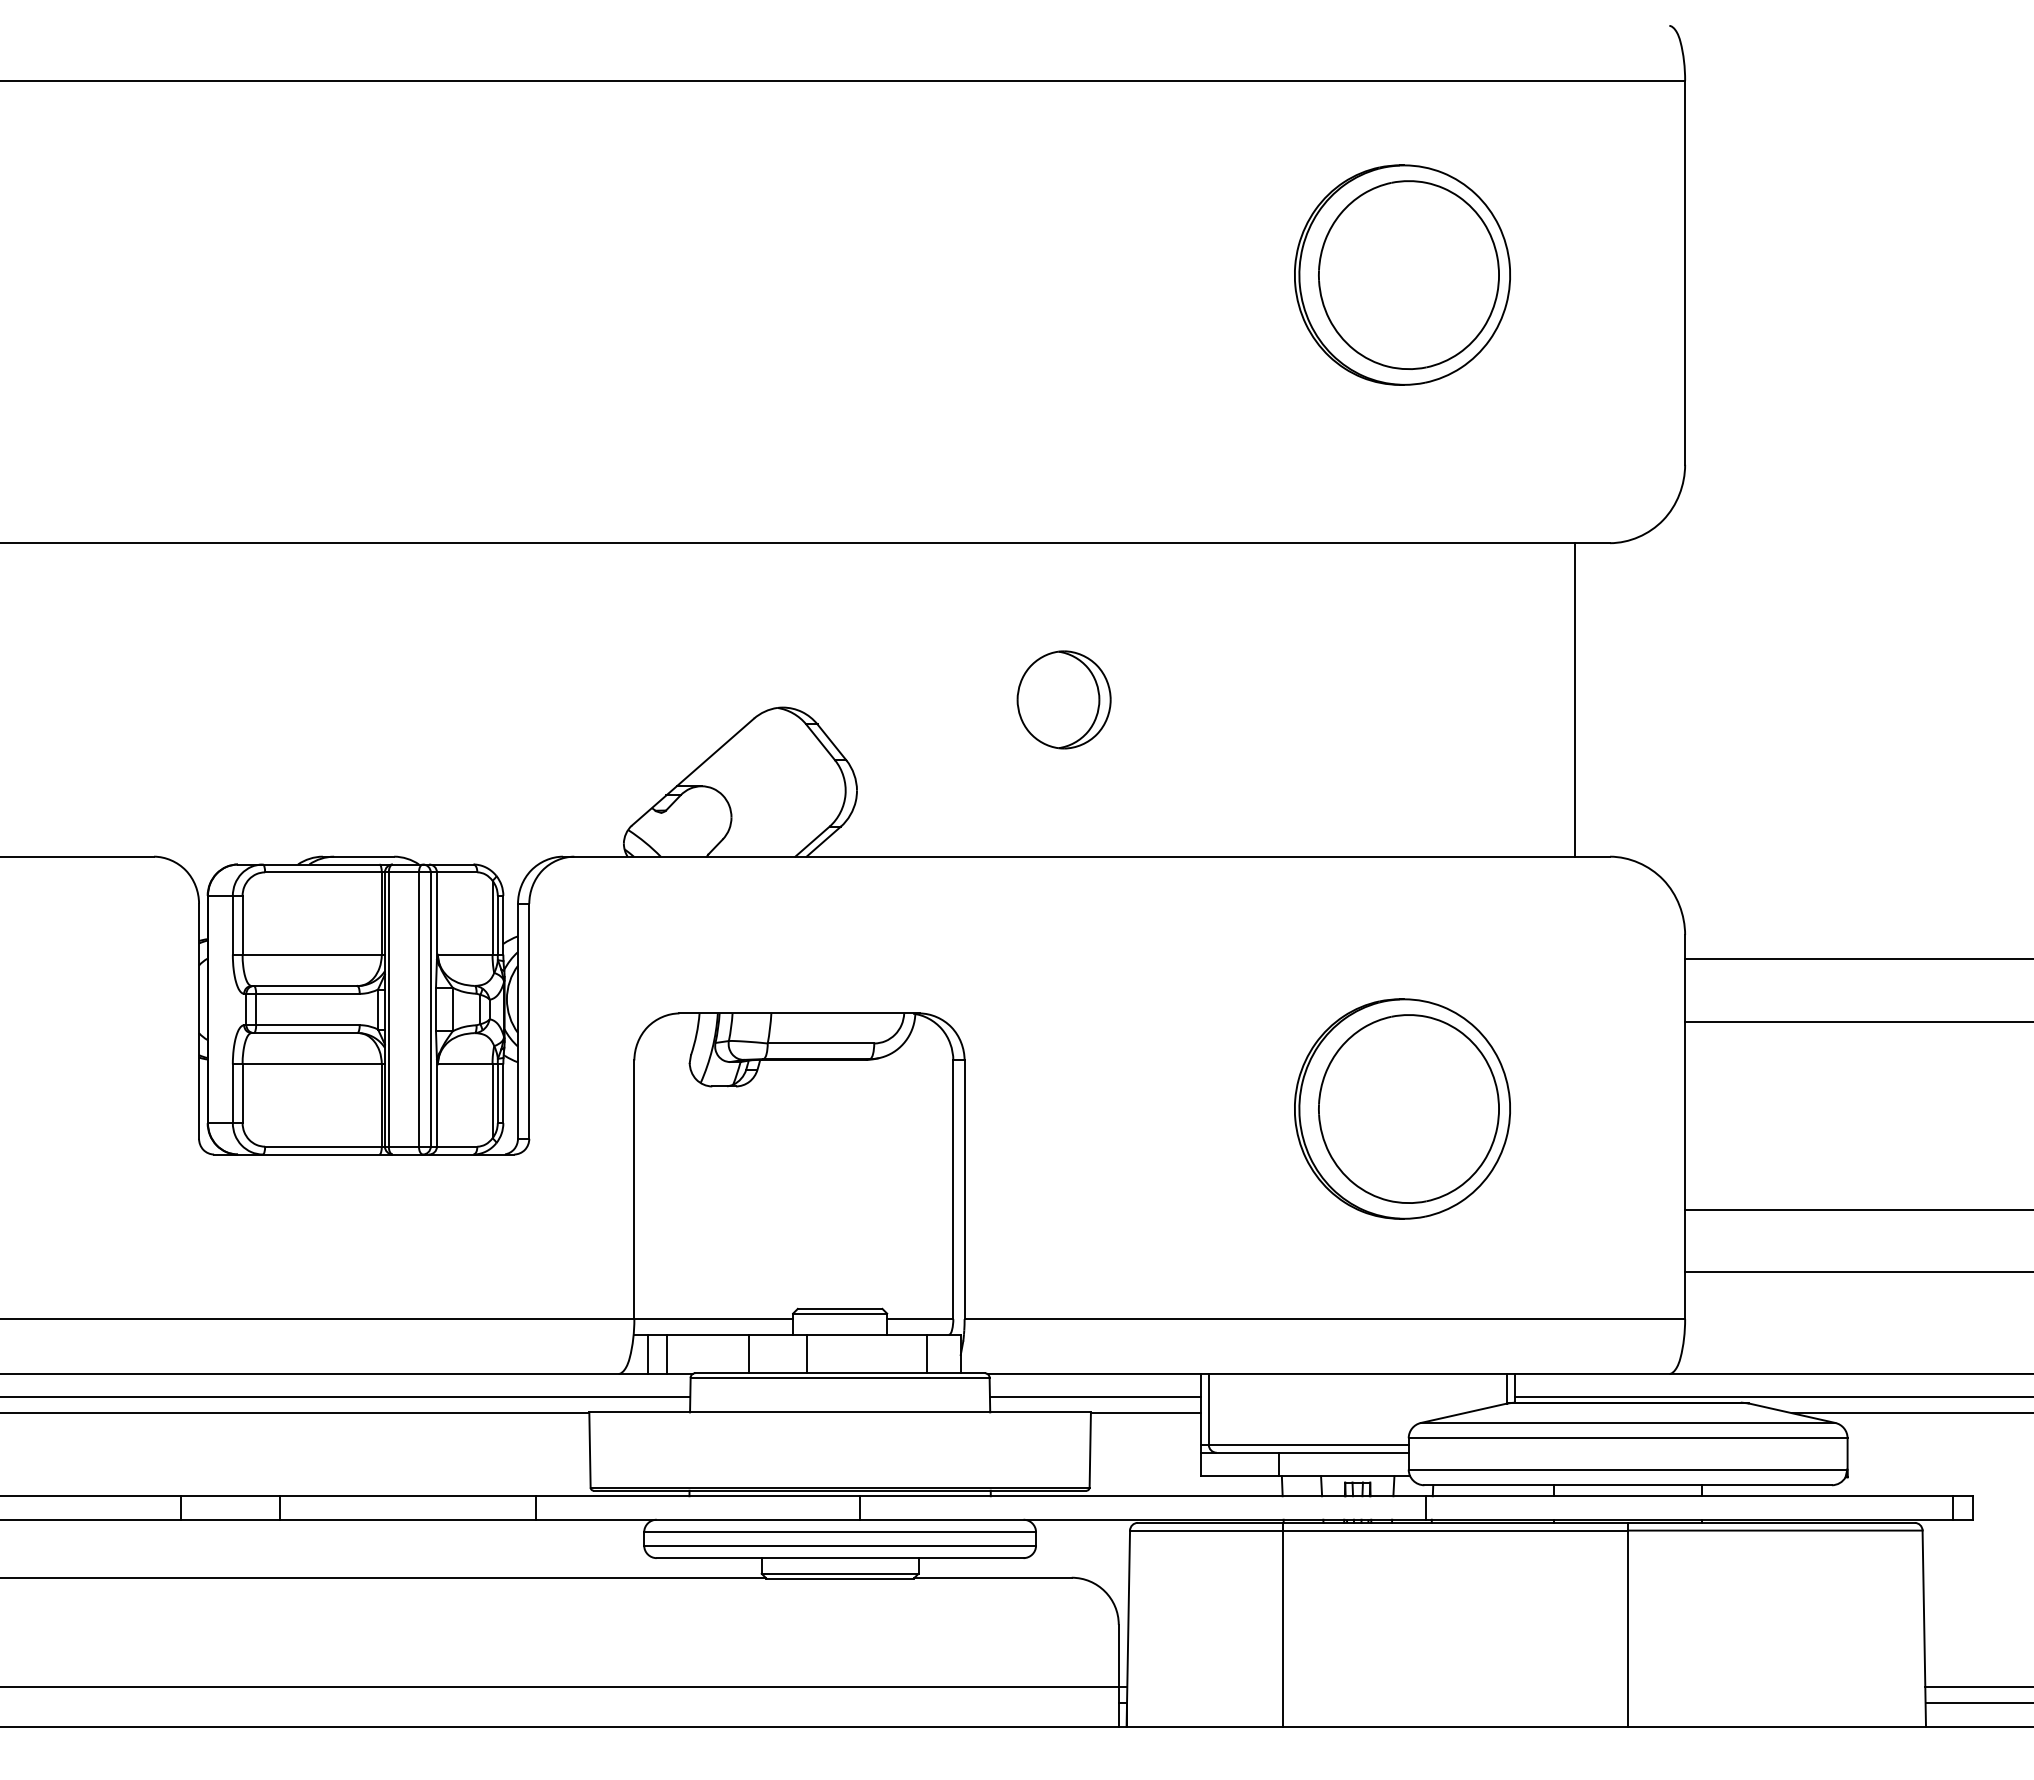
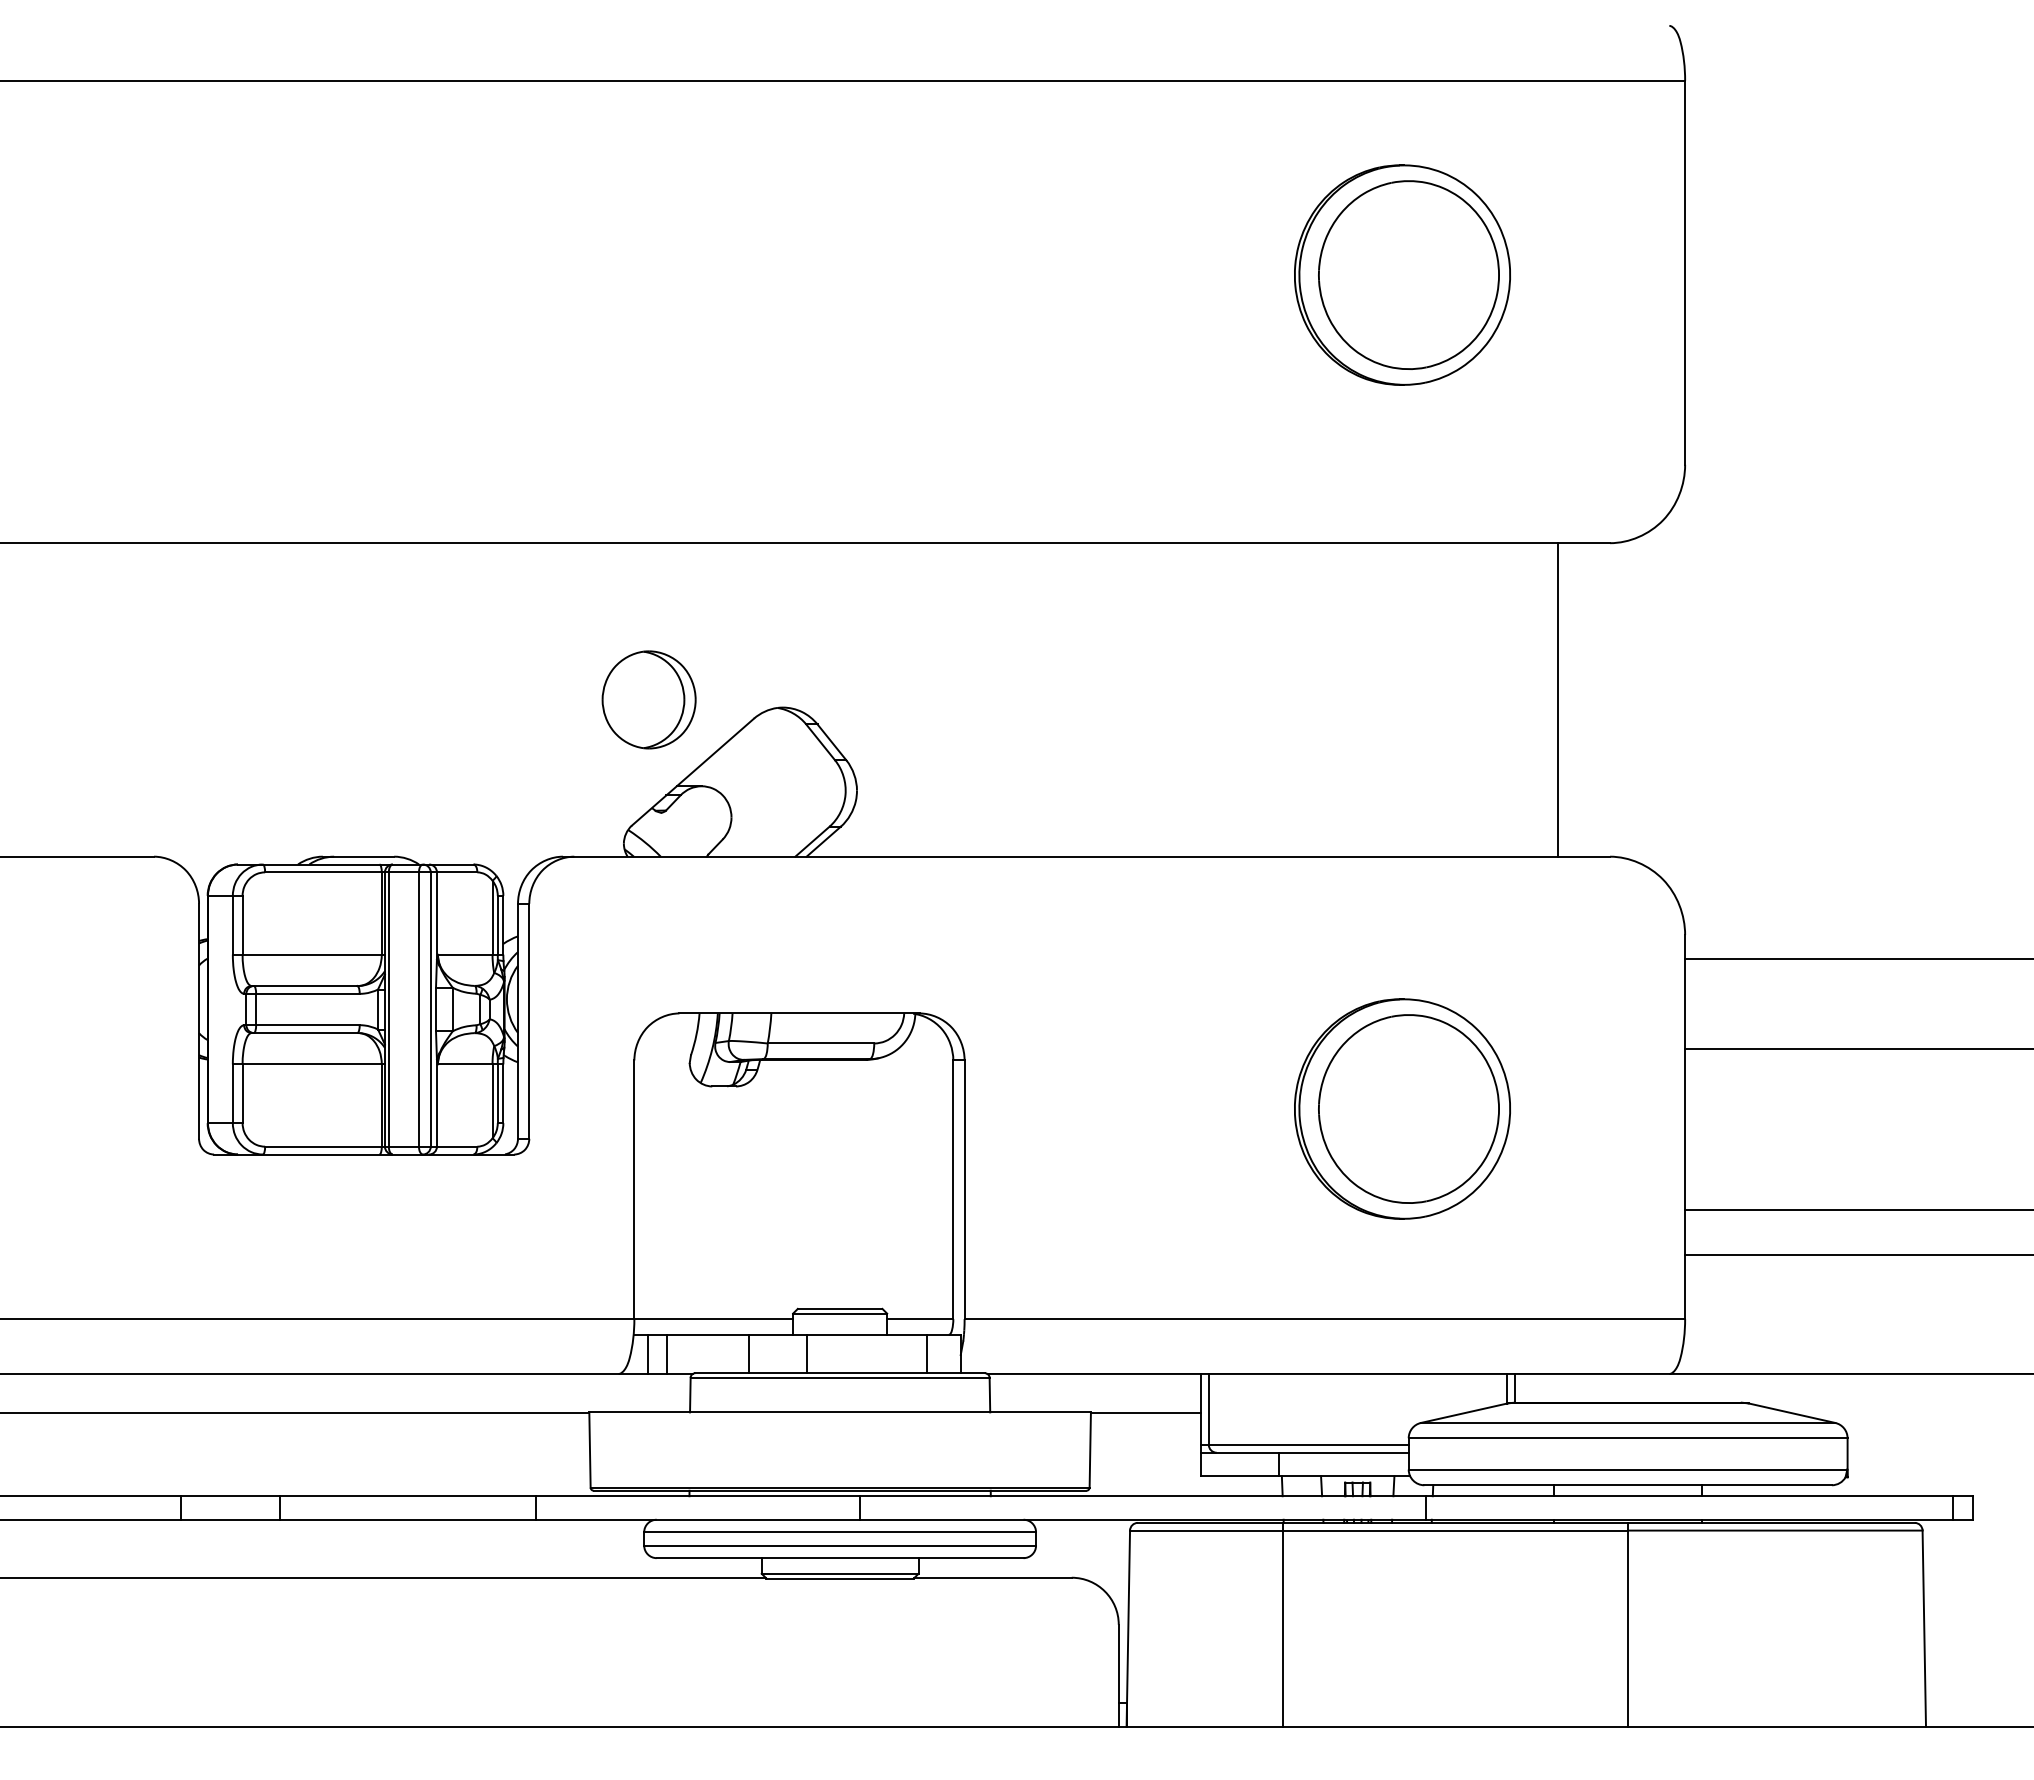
part at (1063, 699) position: (1063, 699) -> (648, 699)
line at (1574, 699) position: (1574, 699) -> (1557, 699)
line at (1857, 1021) position: (1857, 1021) -> (1857, 1048)
line at (1857, 1272) position: (1857, 1272) -> (1857, 1255)
line at (346, 1397): present -> none
line at (1094, 1397): present -> none
line at (1772, 1397): present -> none
line at (1910, 1413): present -> none
line at (564, 1687): present -> none
line at (1977, 1687): present -> none
line at (1977, 1703): present -> none
